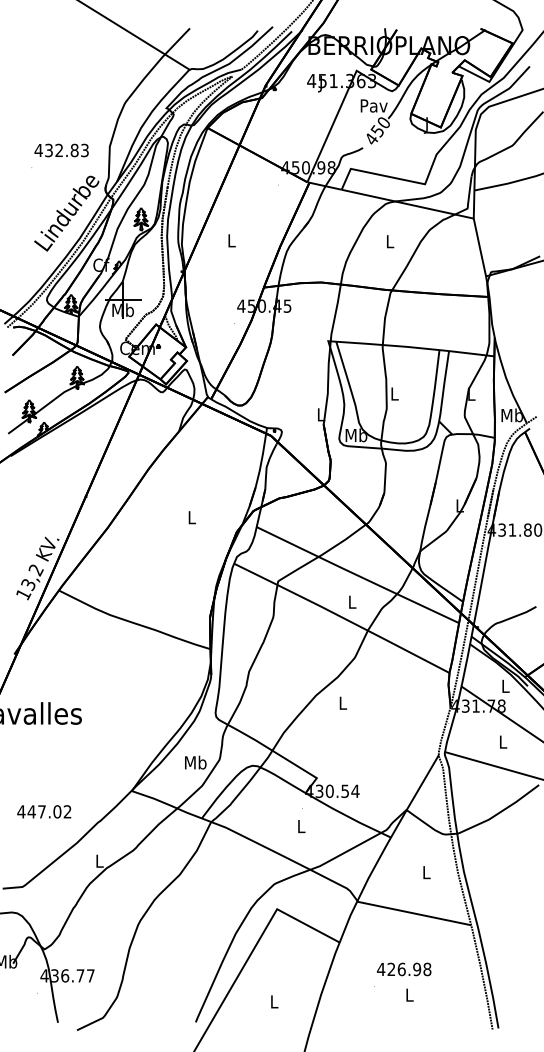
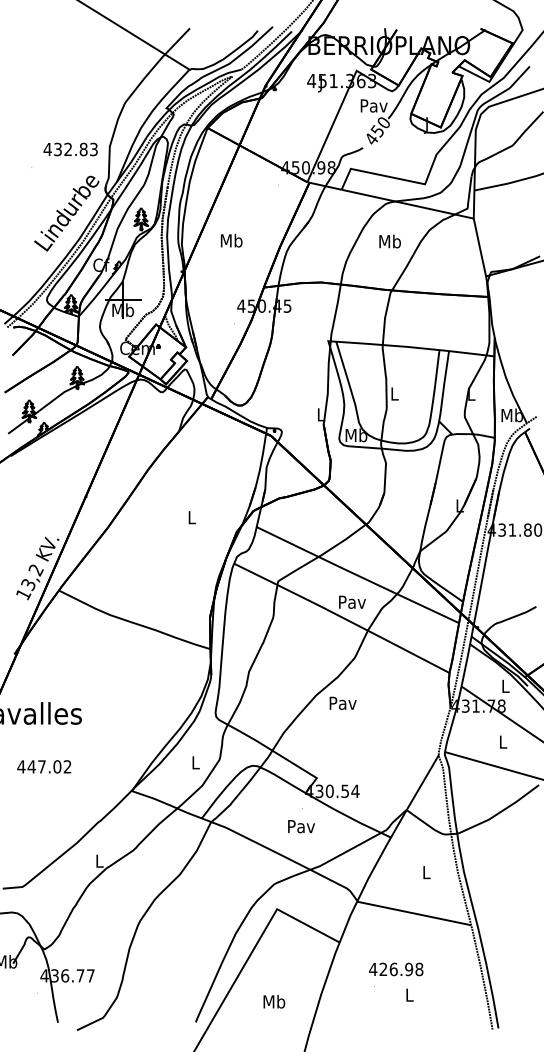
text at (61, 150) position: (61, 150) -> (70, 149)
text at (231, 240): L -> Mb
text at (389, 241): L -> Mb
text at (352, 601): L -> Pav
text at (342, 702): L -> Pav
text at (195, 762): Mb -> L
text at (44, 811) position: (44, 811) -> (44, 766)
text at (301, 826): L -> Pav
text at (404, 969) position: (404, 969) -> (396, 969)
text at (274, 1001): L -> Mb
